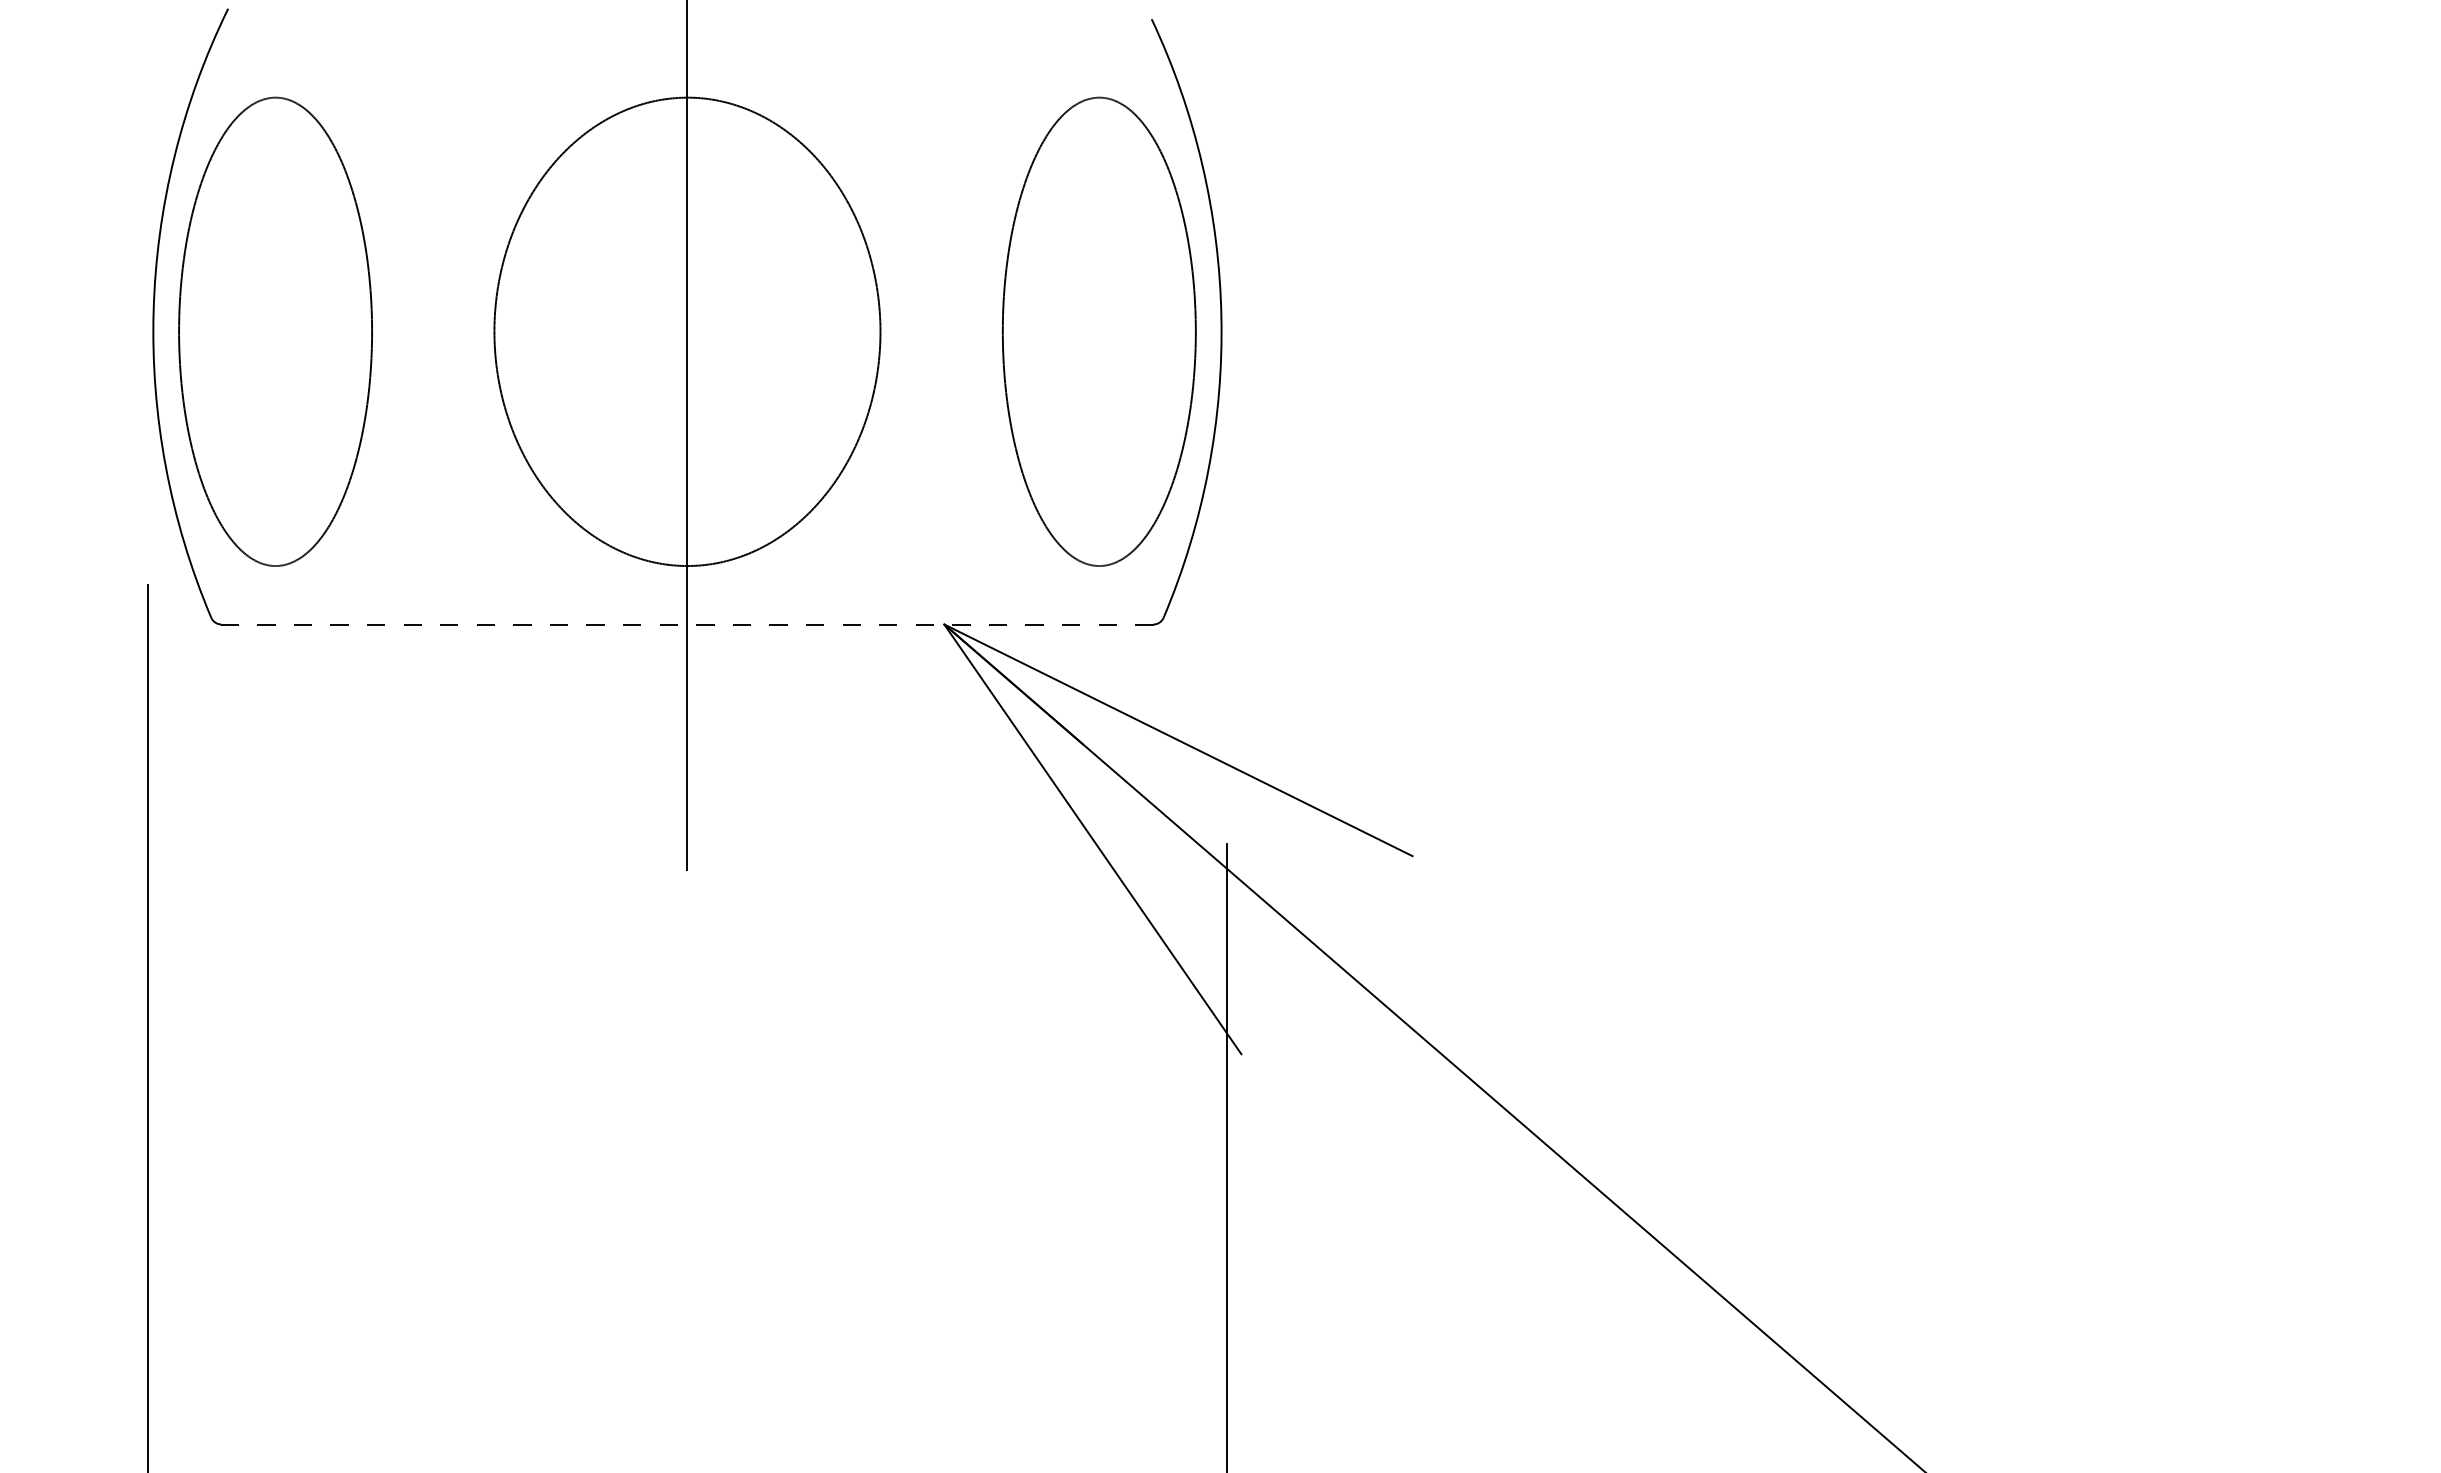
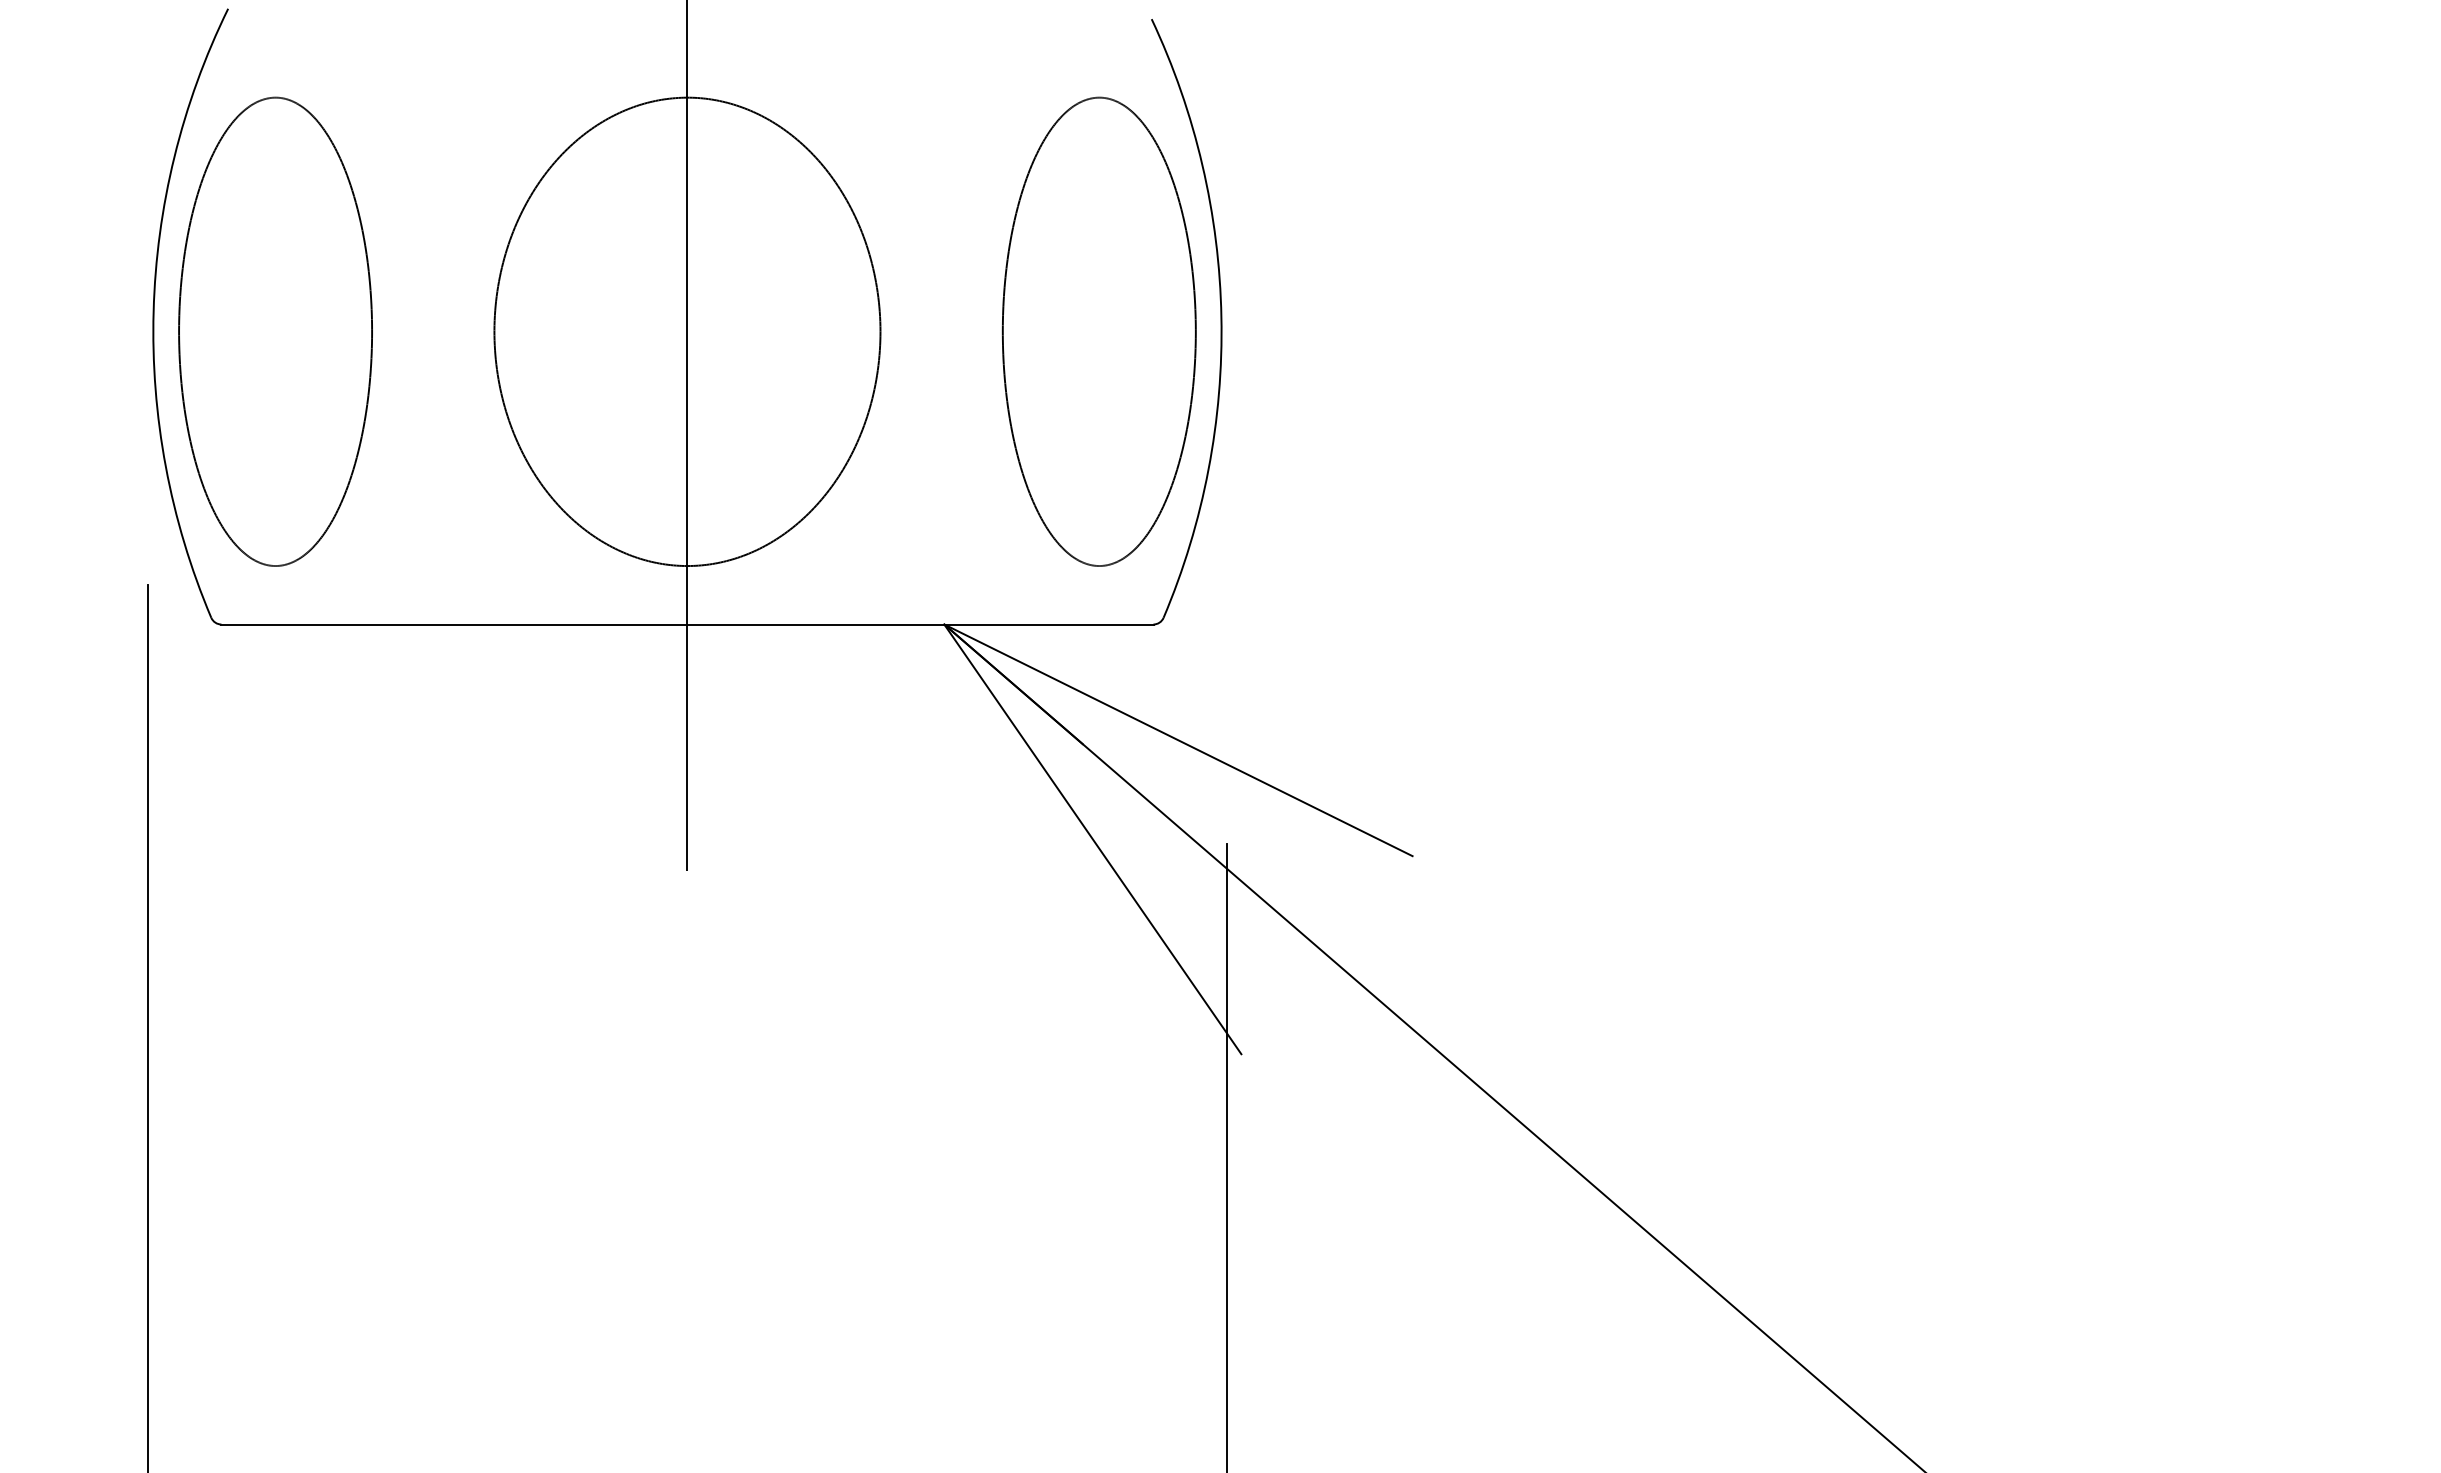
line at (686, 624): dashed -> solid
